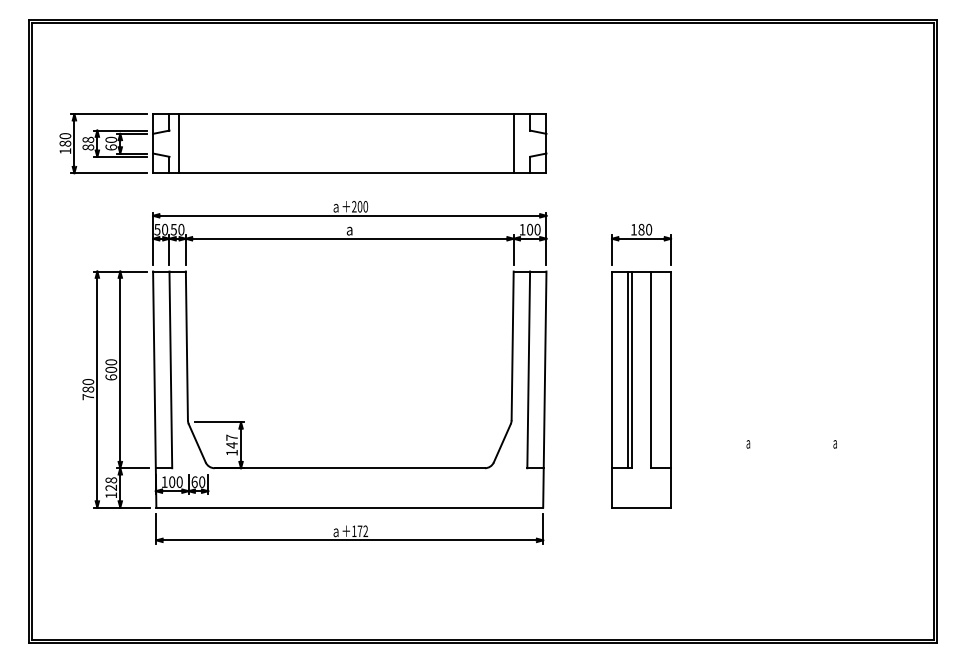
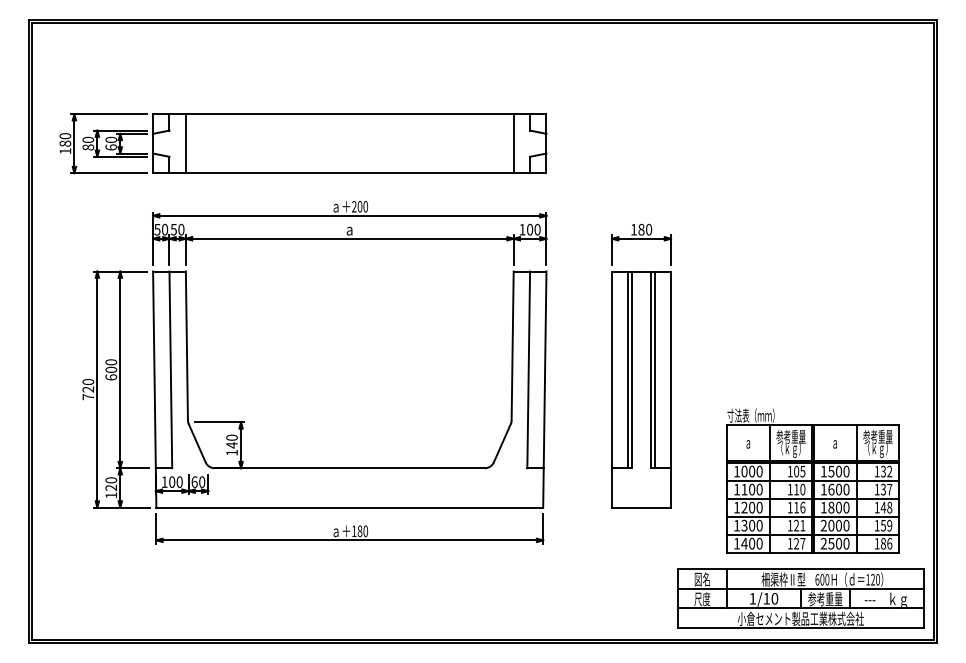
text at (88, 139): 88 -> 80
line at (178, 143) position: (178, 143) -> (185, 143)
line at (654, 369): none -> present
text at (88, 389): 780 -> 720
text at (231, 437): 147 -> 140
text at (111, 480): 128 -> 120
part at (812, 480): none -> present
text at (362, 531): 172 -> 180
part at (800, 598): none -> present
